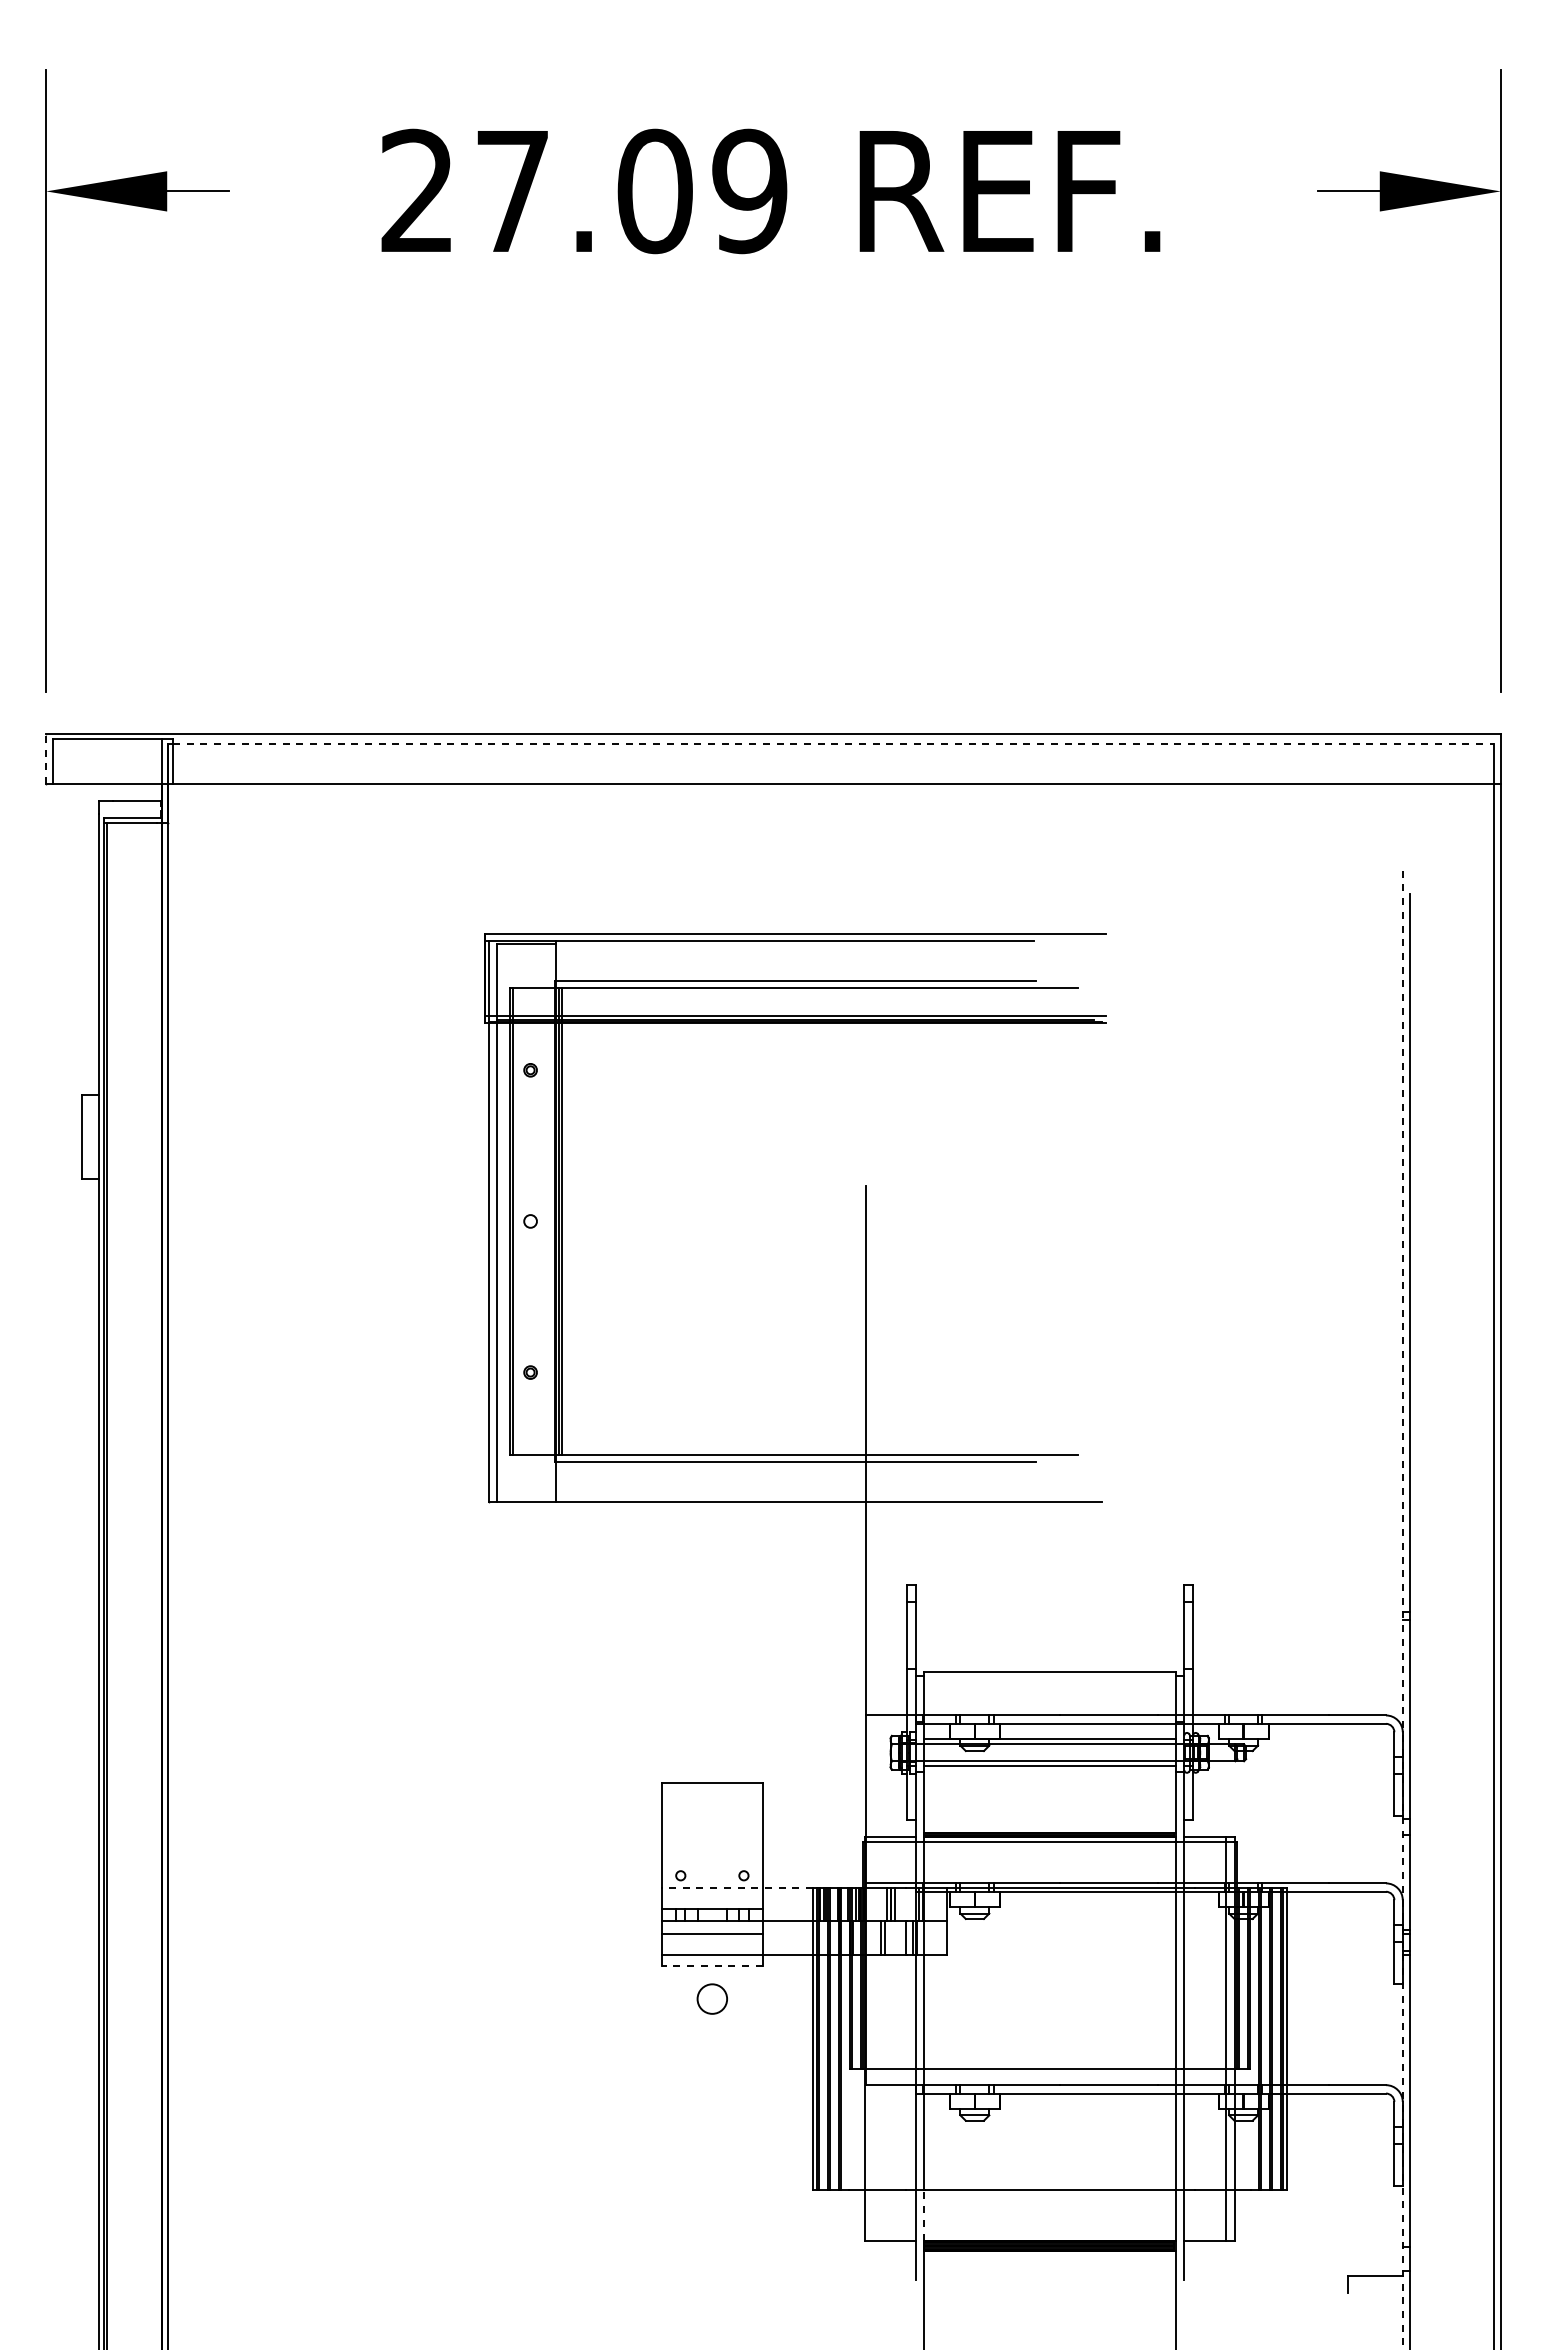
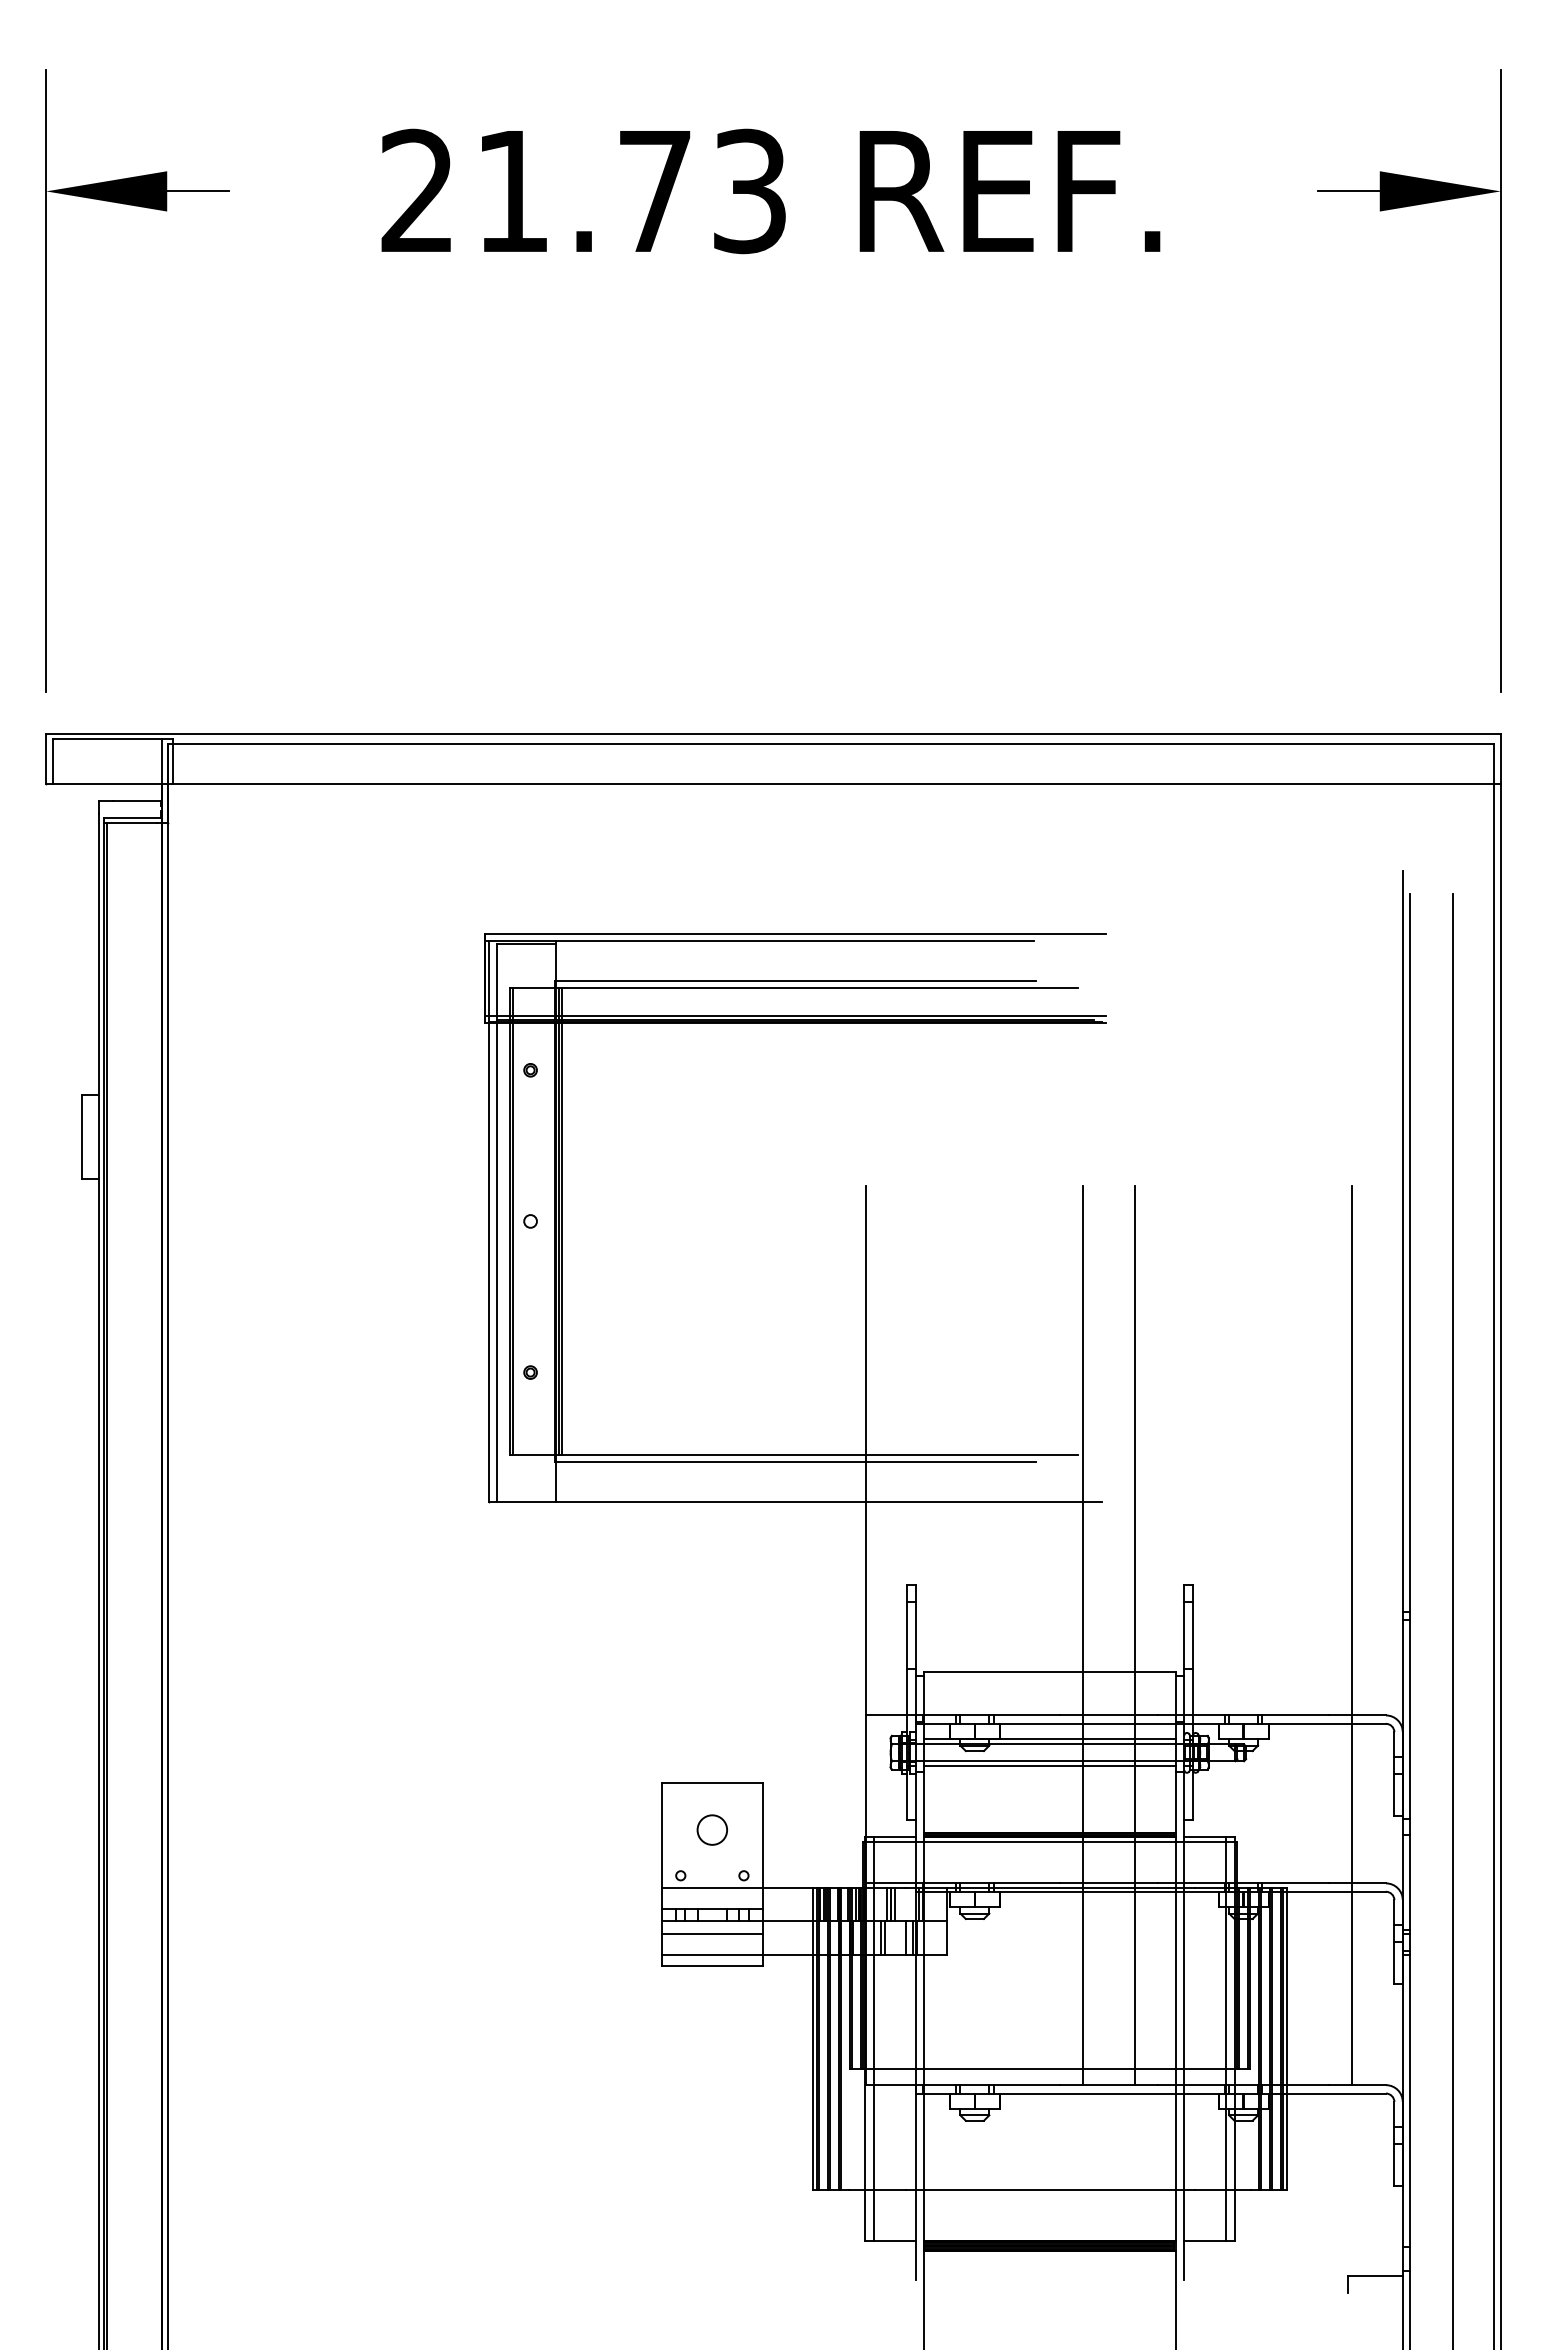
text at (632, 191): 27.09 -> 21.73
line at (833, 744): dashed -> solid
line at (46, 758): dashed -> solid
line at (1402, 1610): dashed -> solid
line at (1453, 1619): none -> present
line at (1083, 1635): none -> present
line at (1135, 1635): none -> present
line at (1352, 1635): none -> present
line at (737, 1887): dashed -> solid
line at (711, 1965): dashed -> solid
circle at (711, 1998) position: (711, 1998) -> (711, 1829)
line at (873, 2038): none -> present
line at (924, 2214): dashed -> solid
